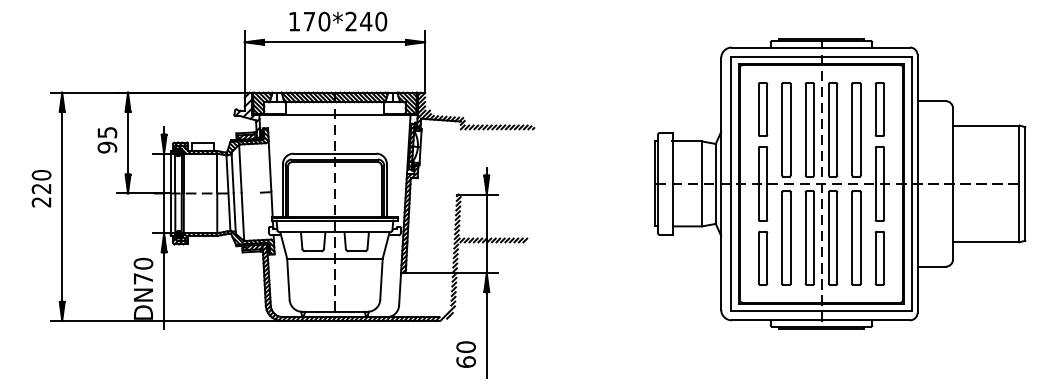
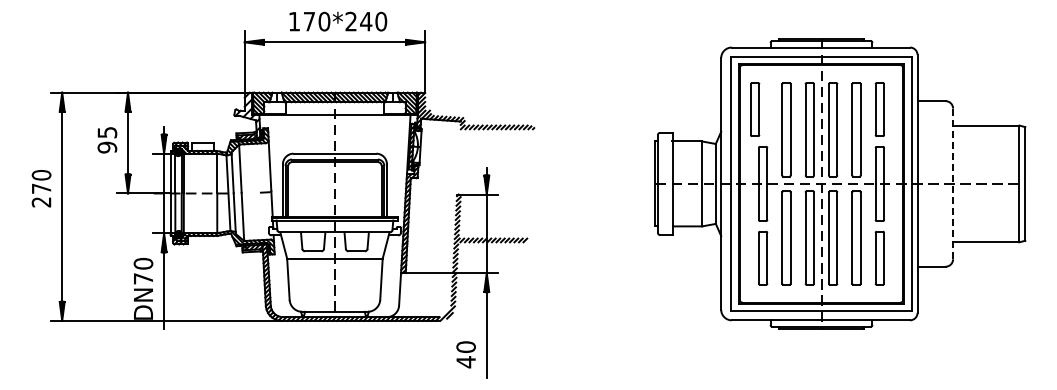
part at (763, 109) position: (763, 109) -> (755, 109)
line at (953, 184): solid -> dashed
text at (41, 188): 220 -> 270
text at (465, 362): 60 -> 40
